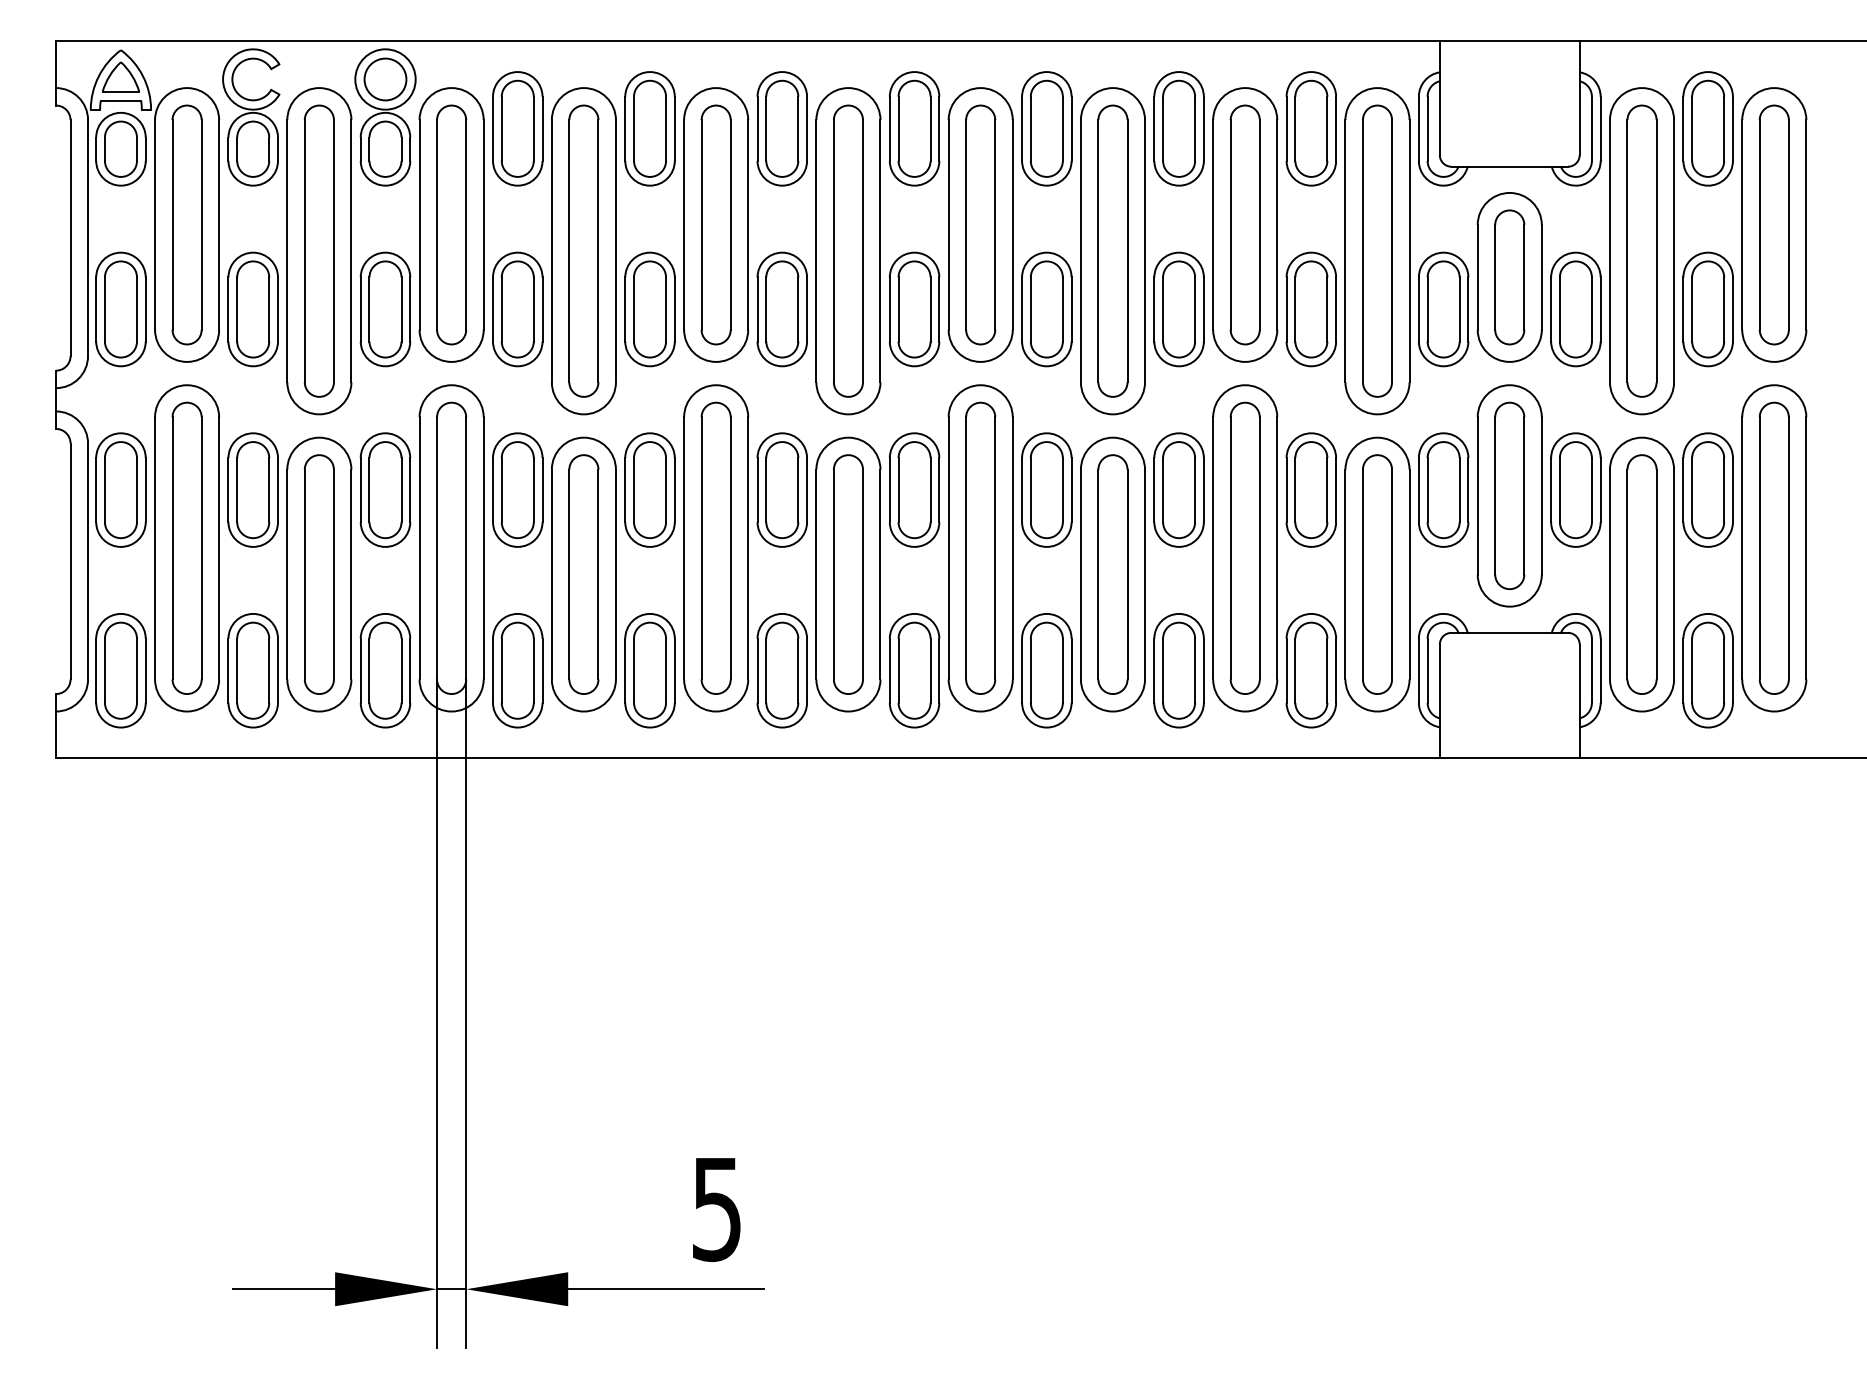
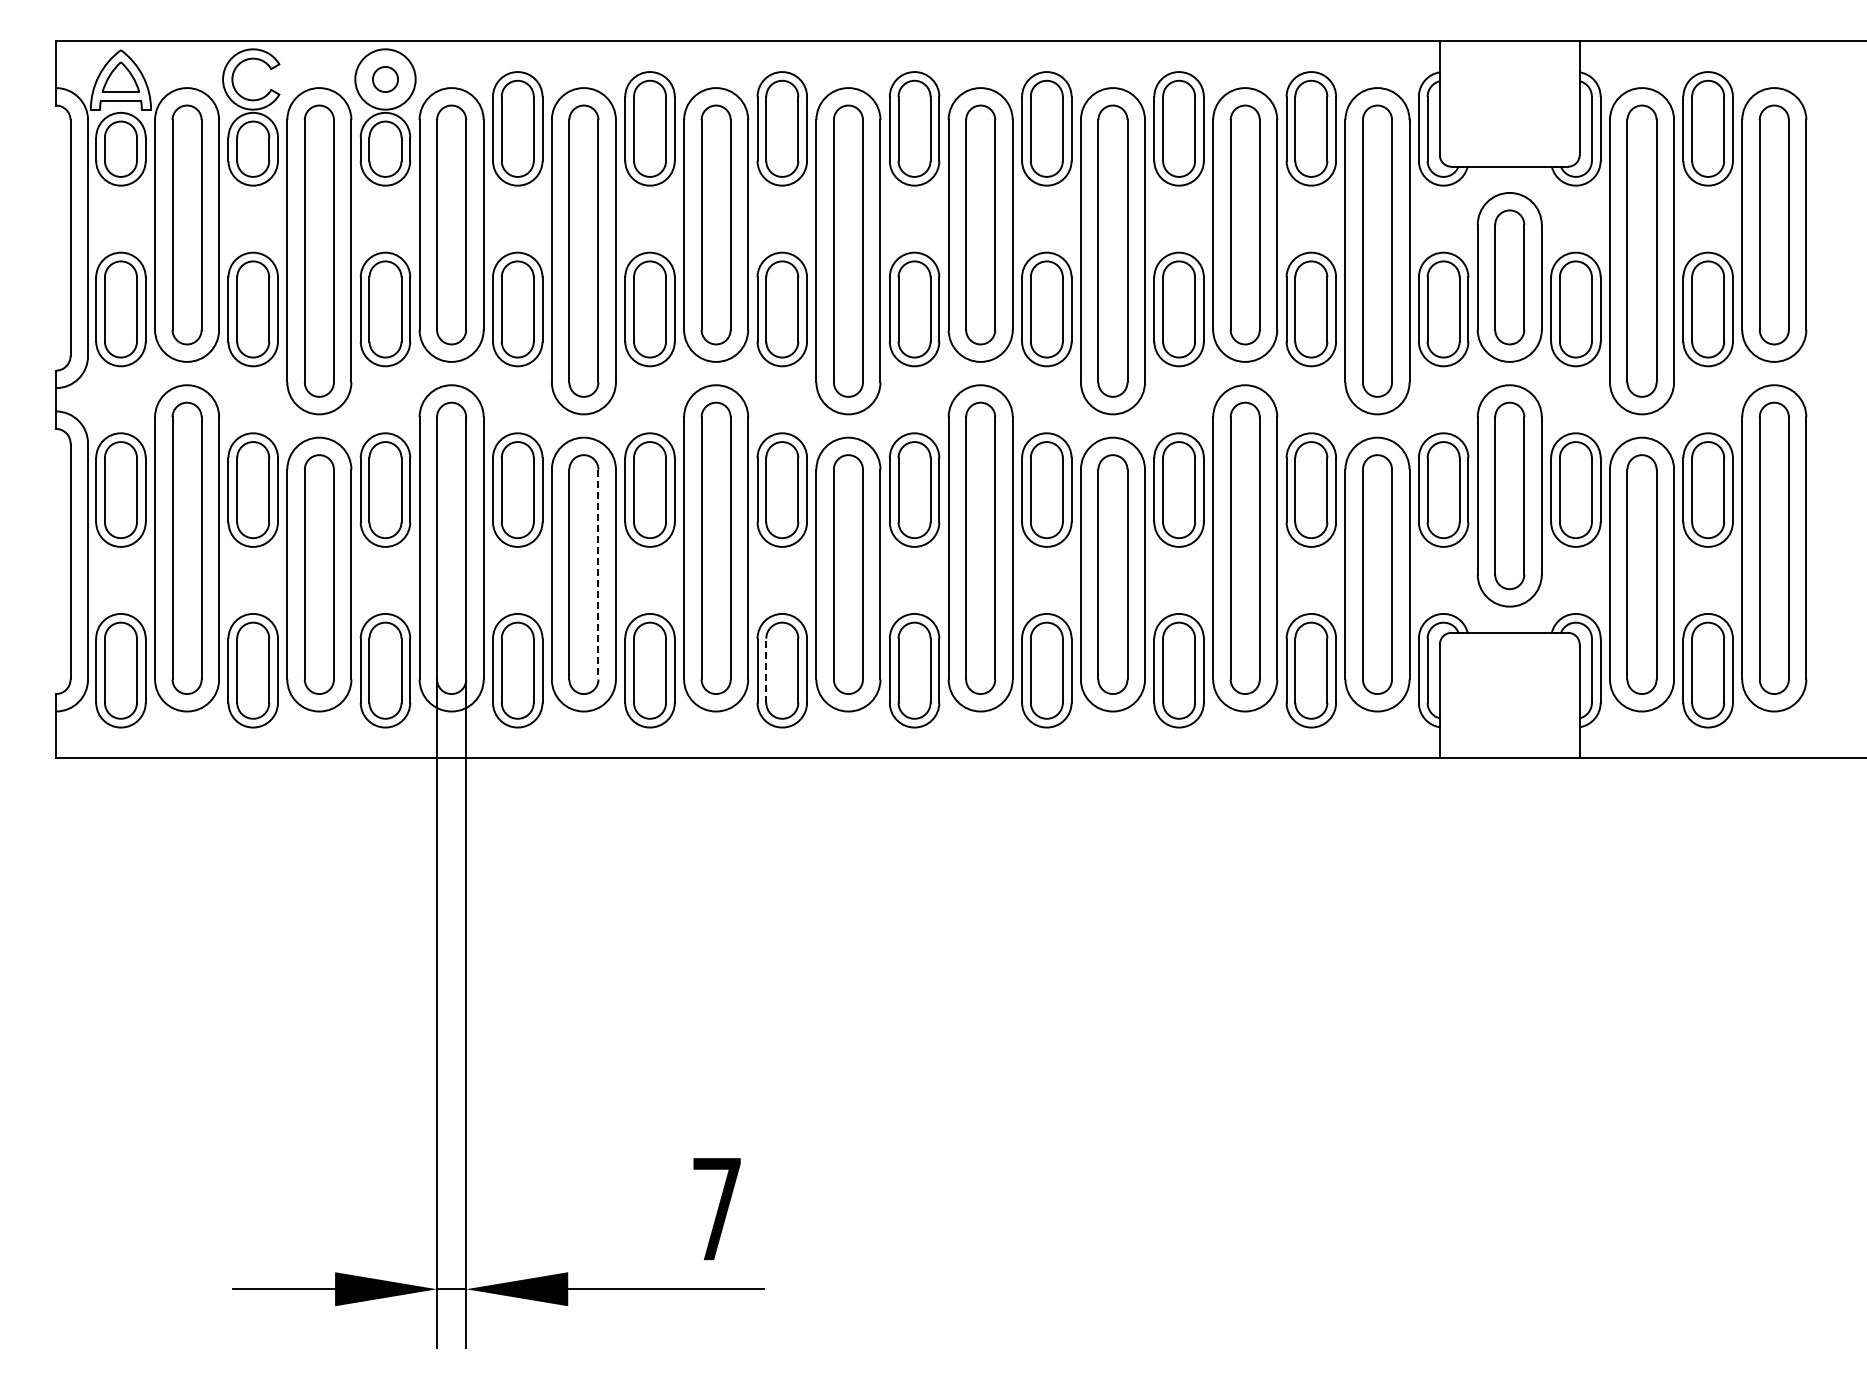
circle at (385, 79) diameter: 42 px -> 25 px
line at (598, 574): solid -> dashed
line at (766, 670): solid -> dashed
text at (716, 1209): 5 -> 7
